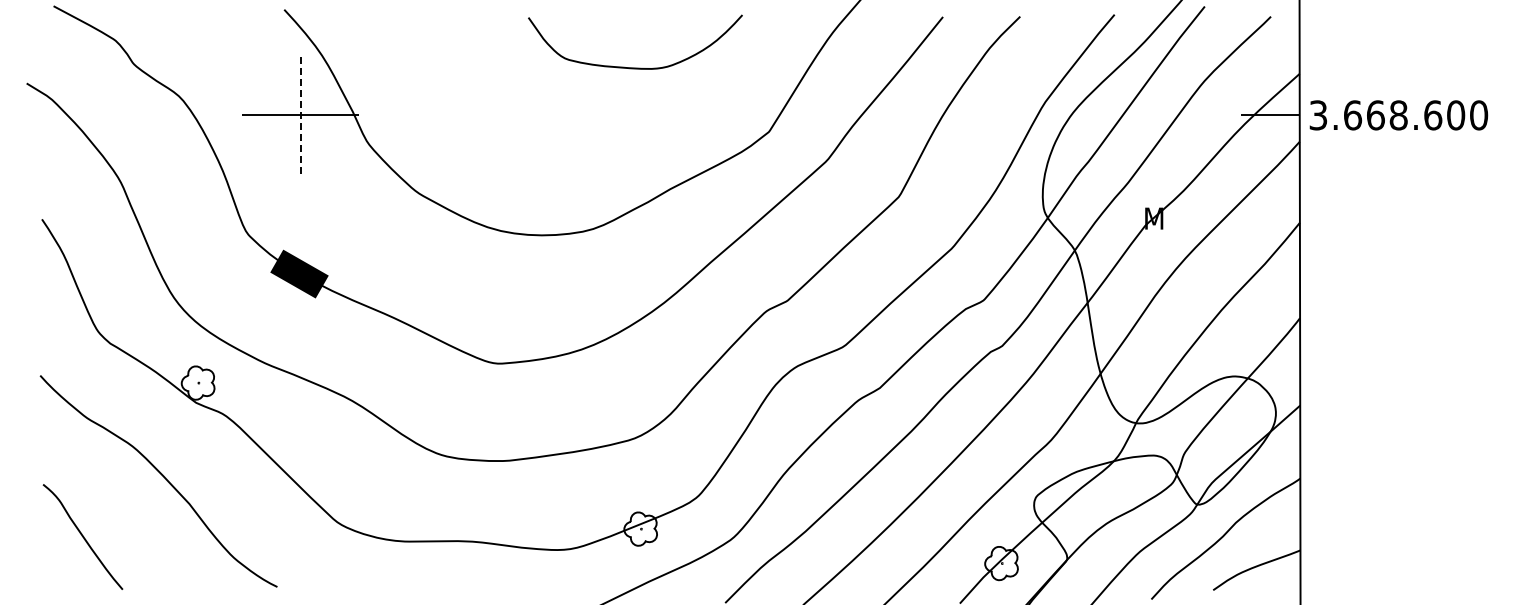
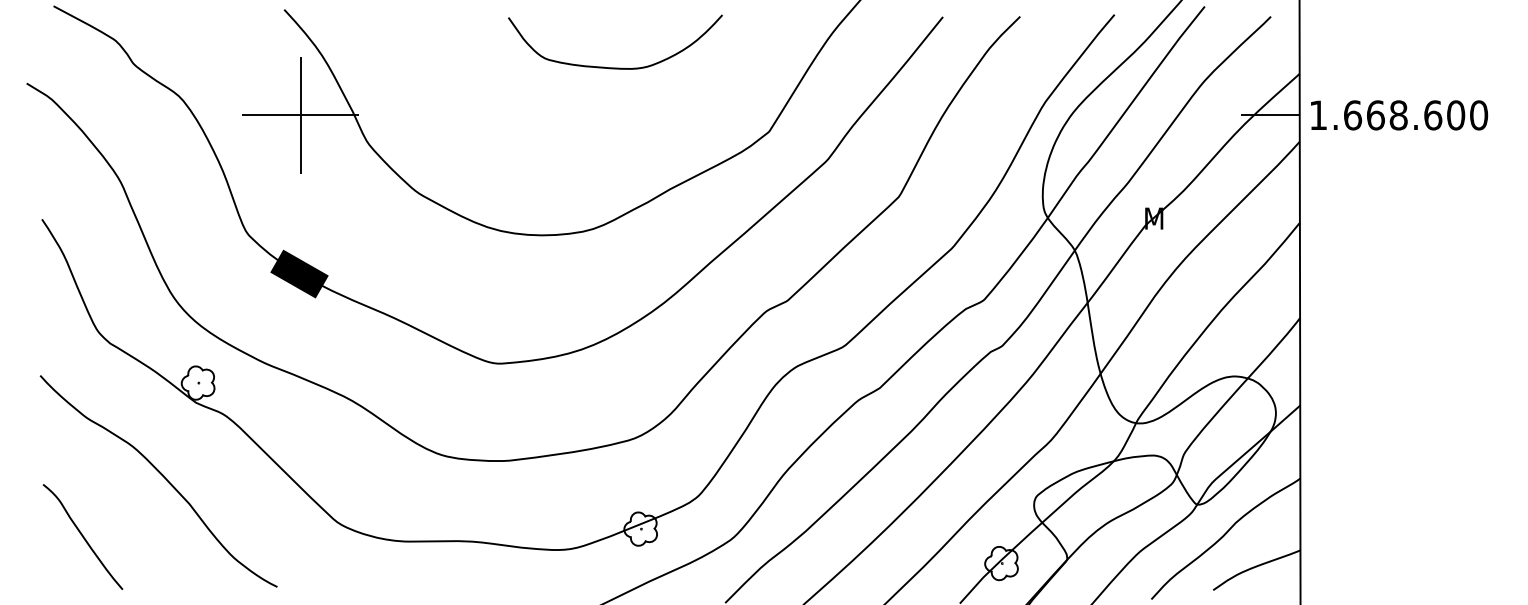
curve at (635, 67) position: (635, 67) -> (615, 67)
line at (300, 115): dashed -> solid
text at (1318, 115): 3.668.600 -> 1.668.600
